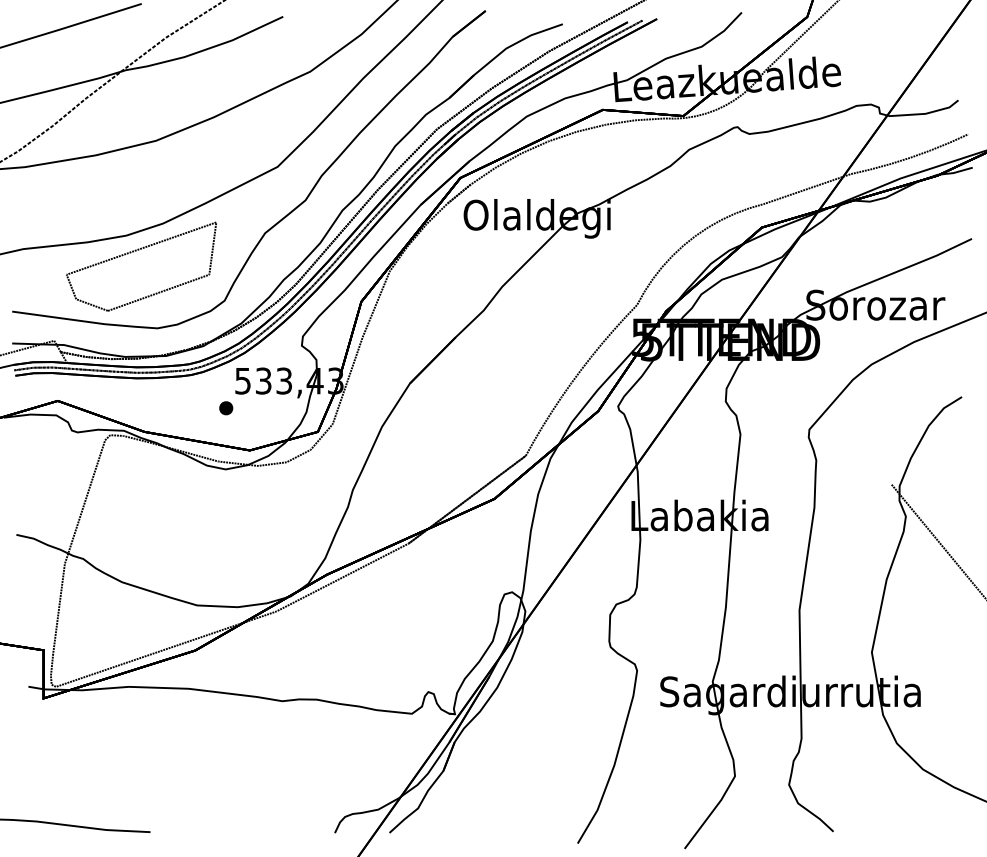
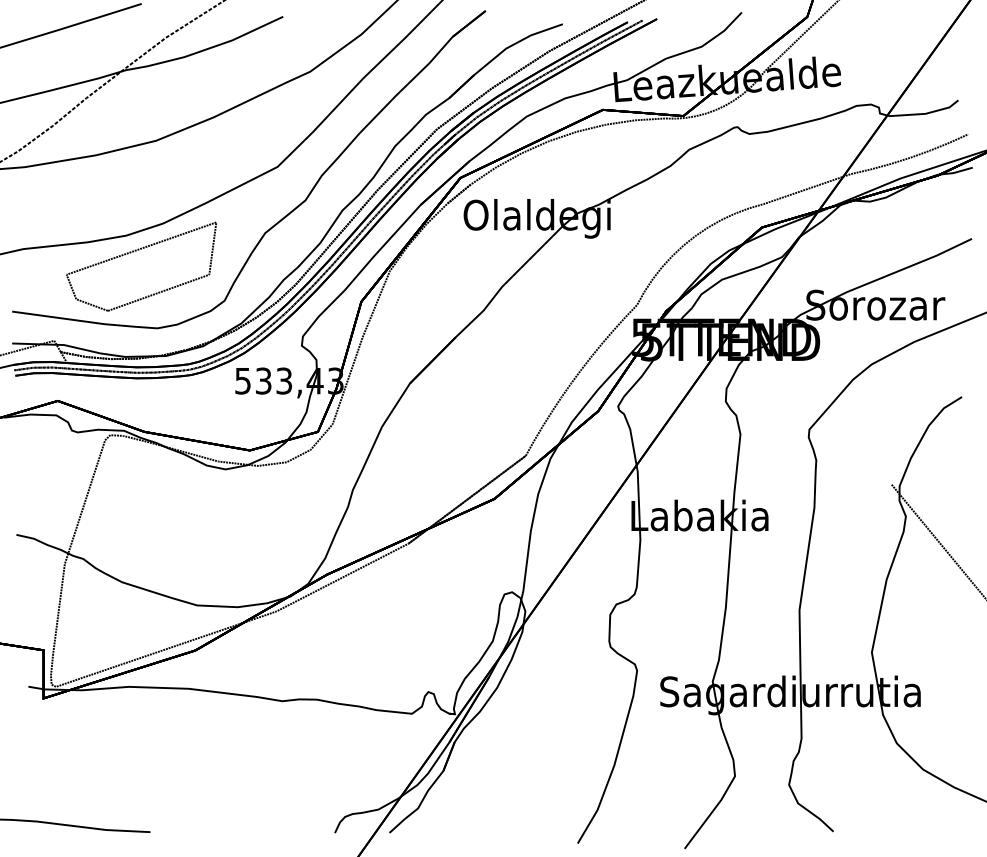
part at (226, 408): present -> none
